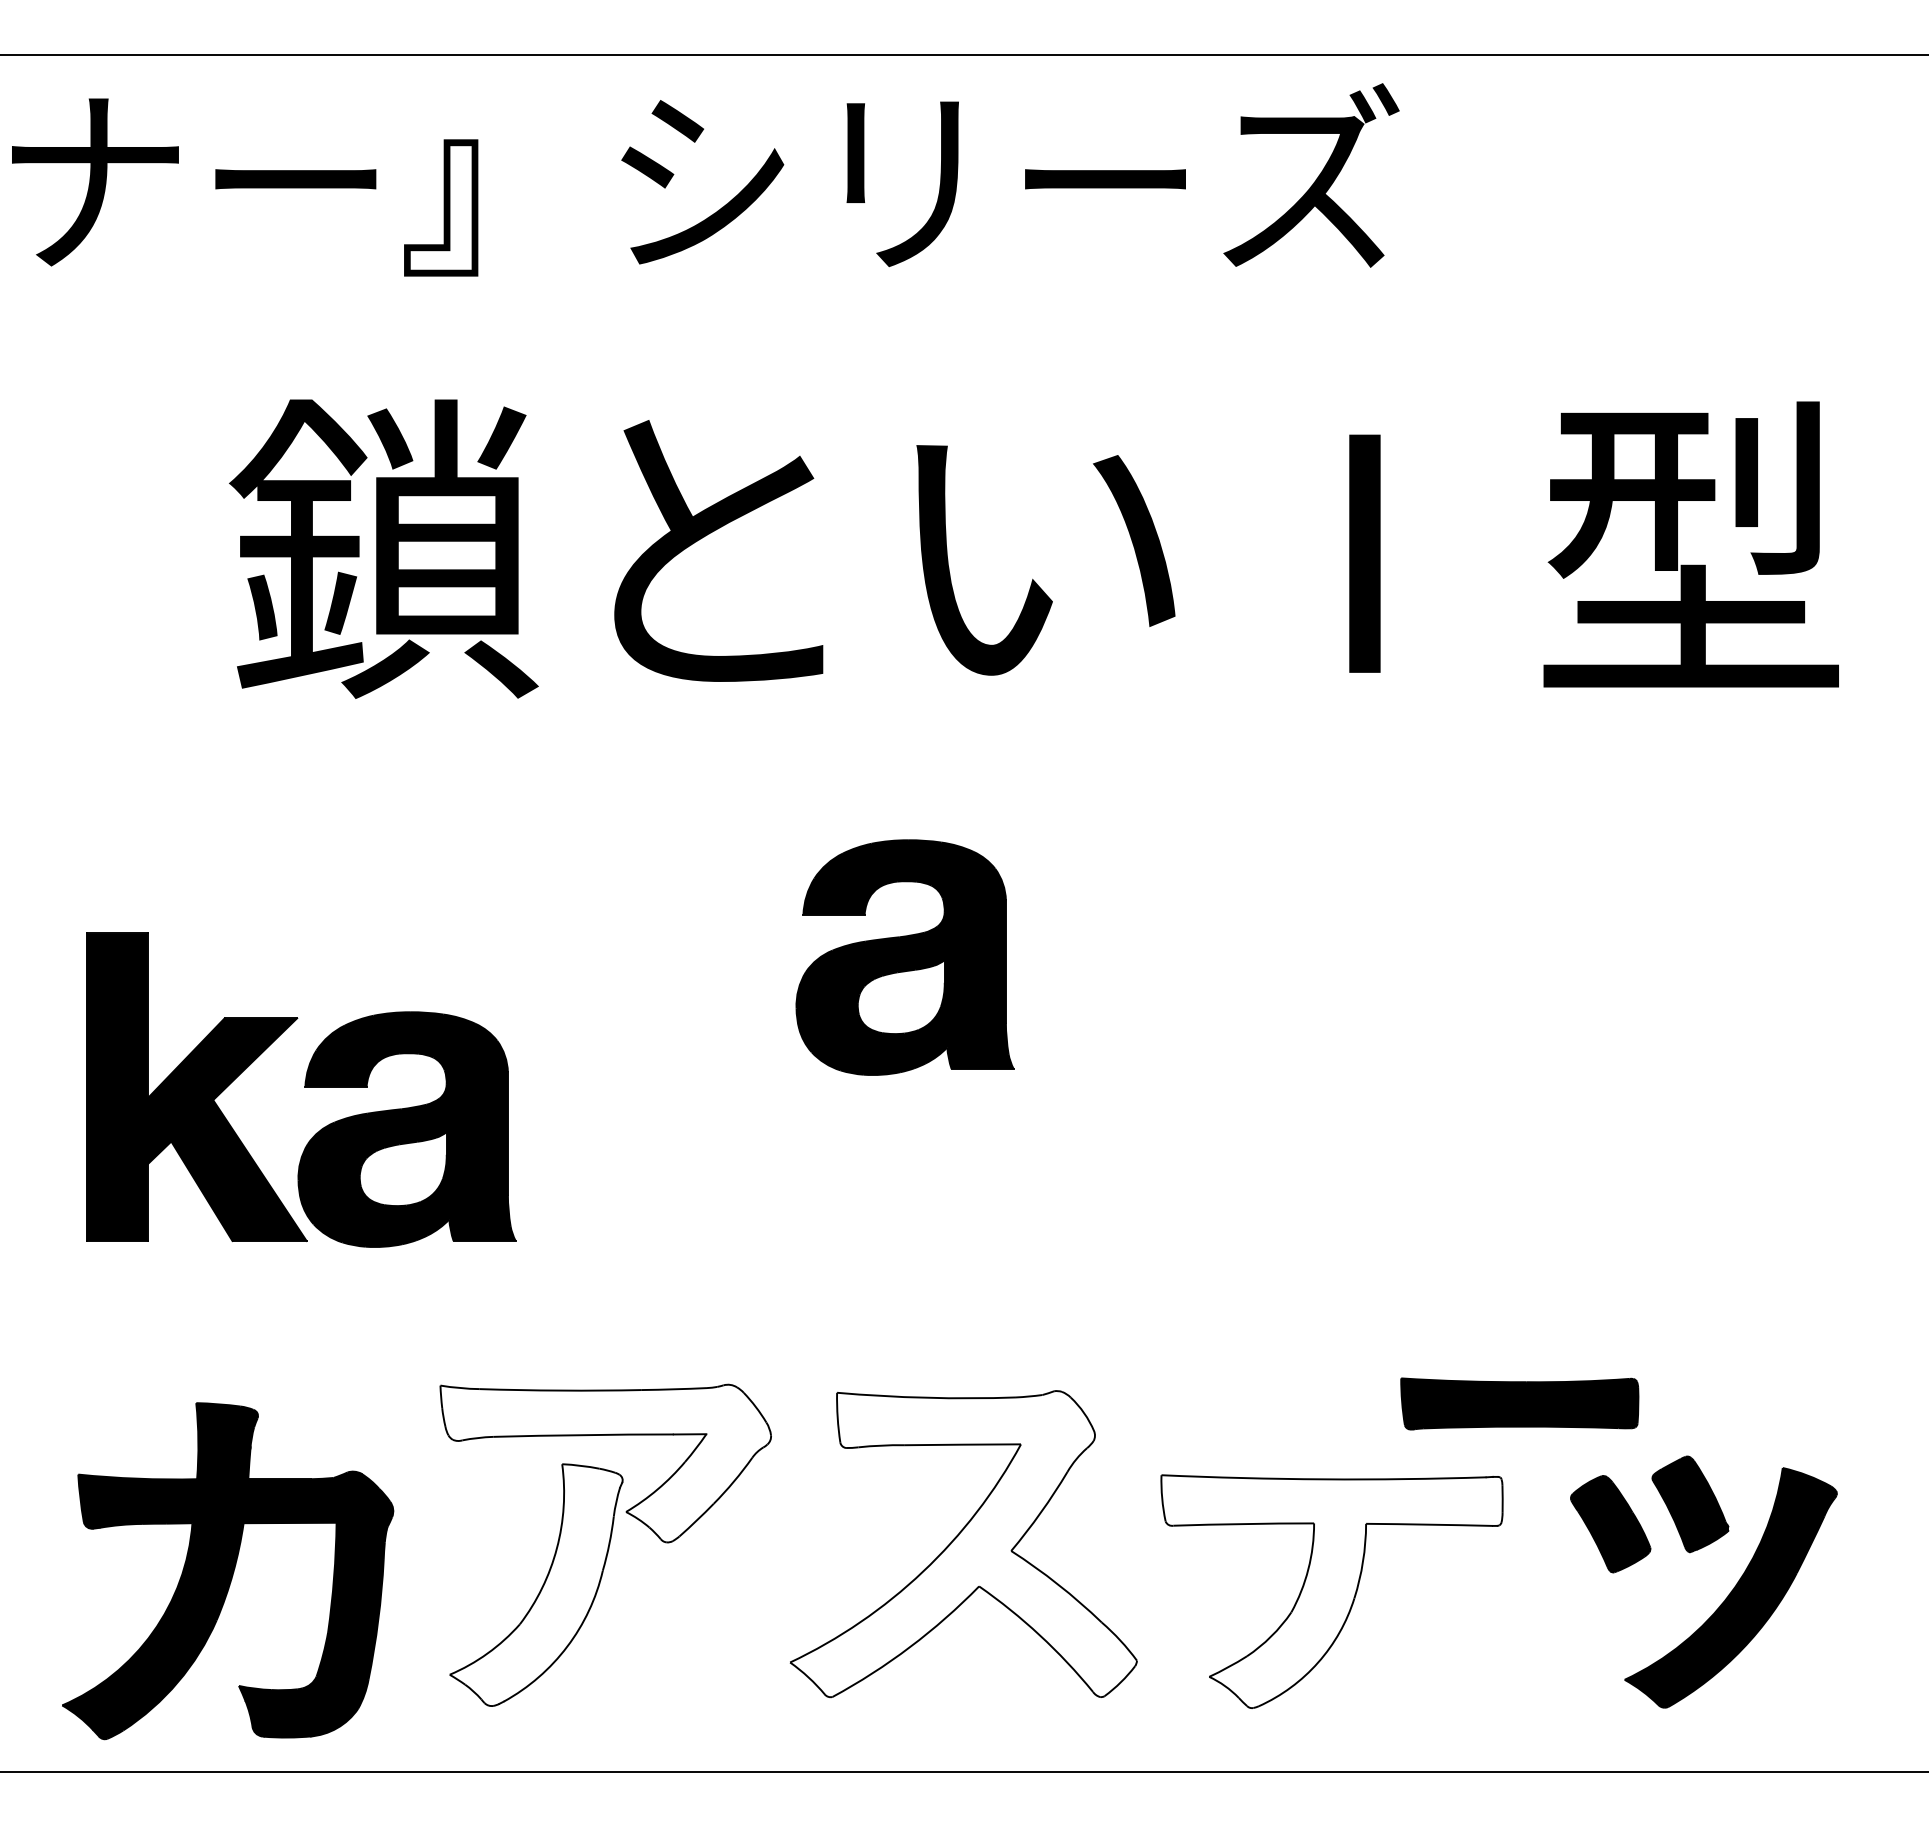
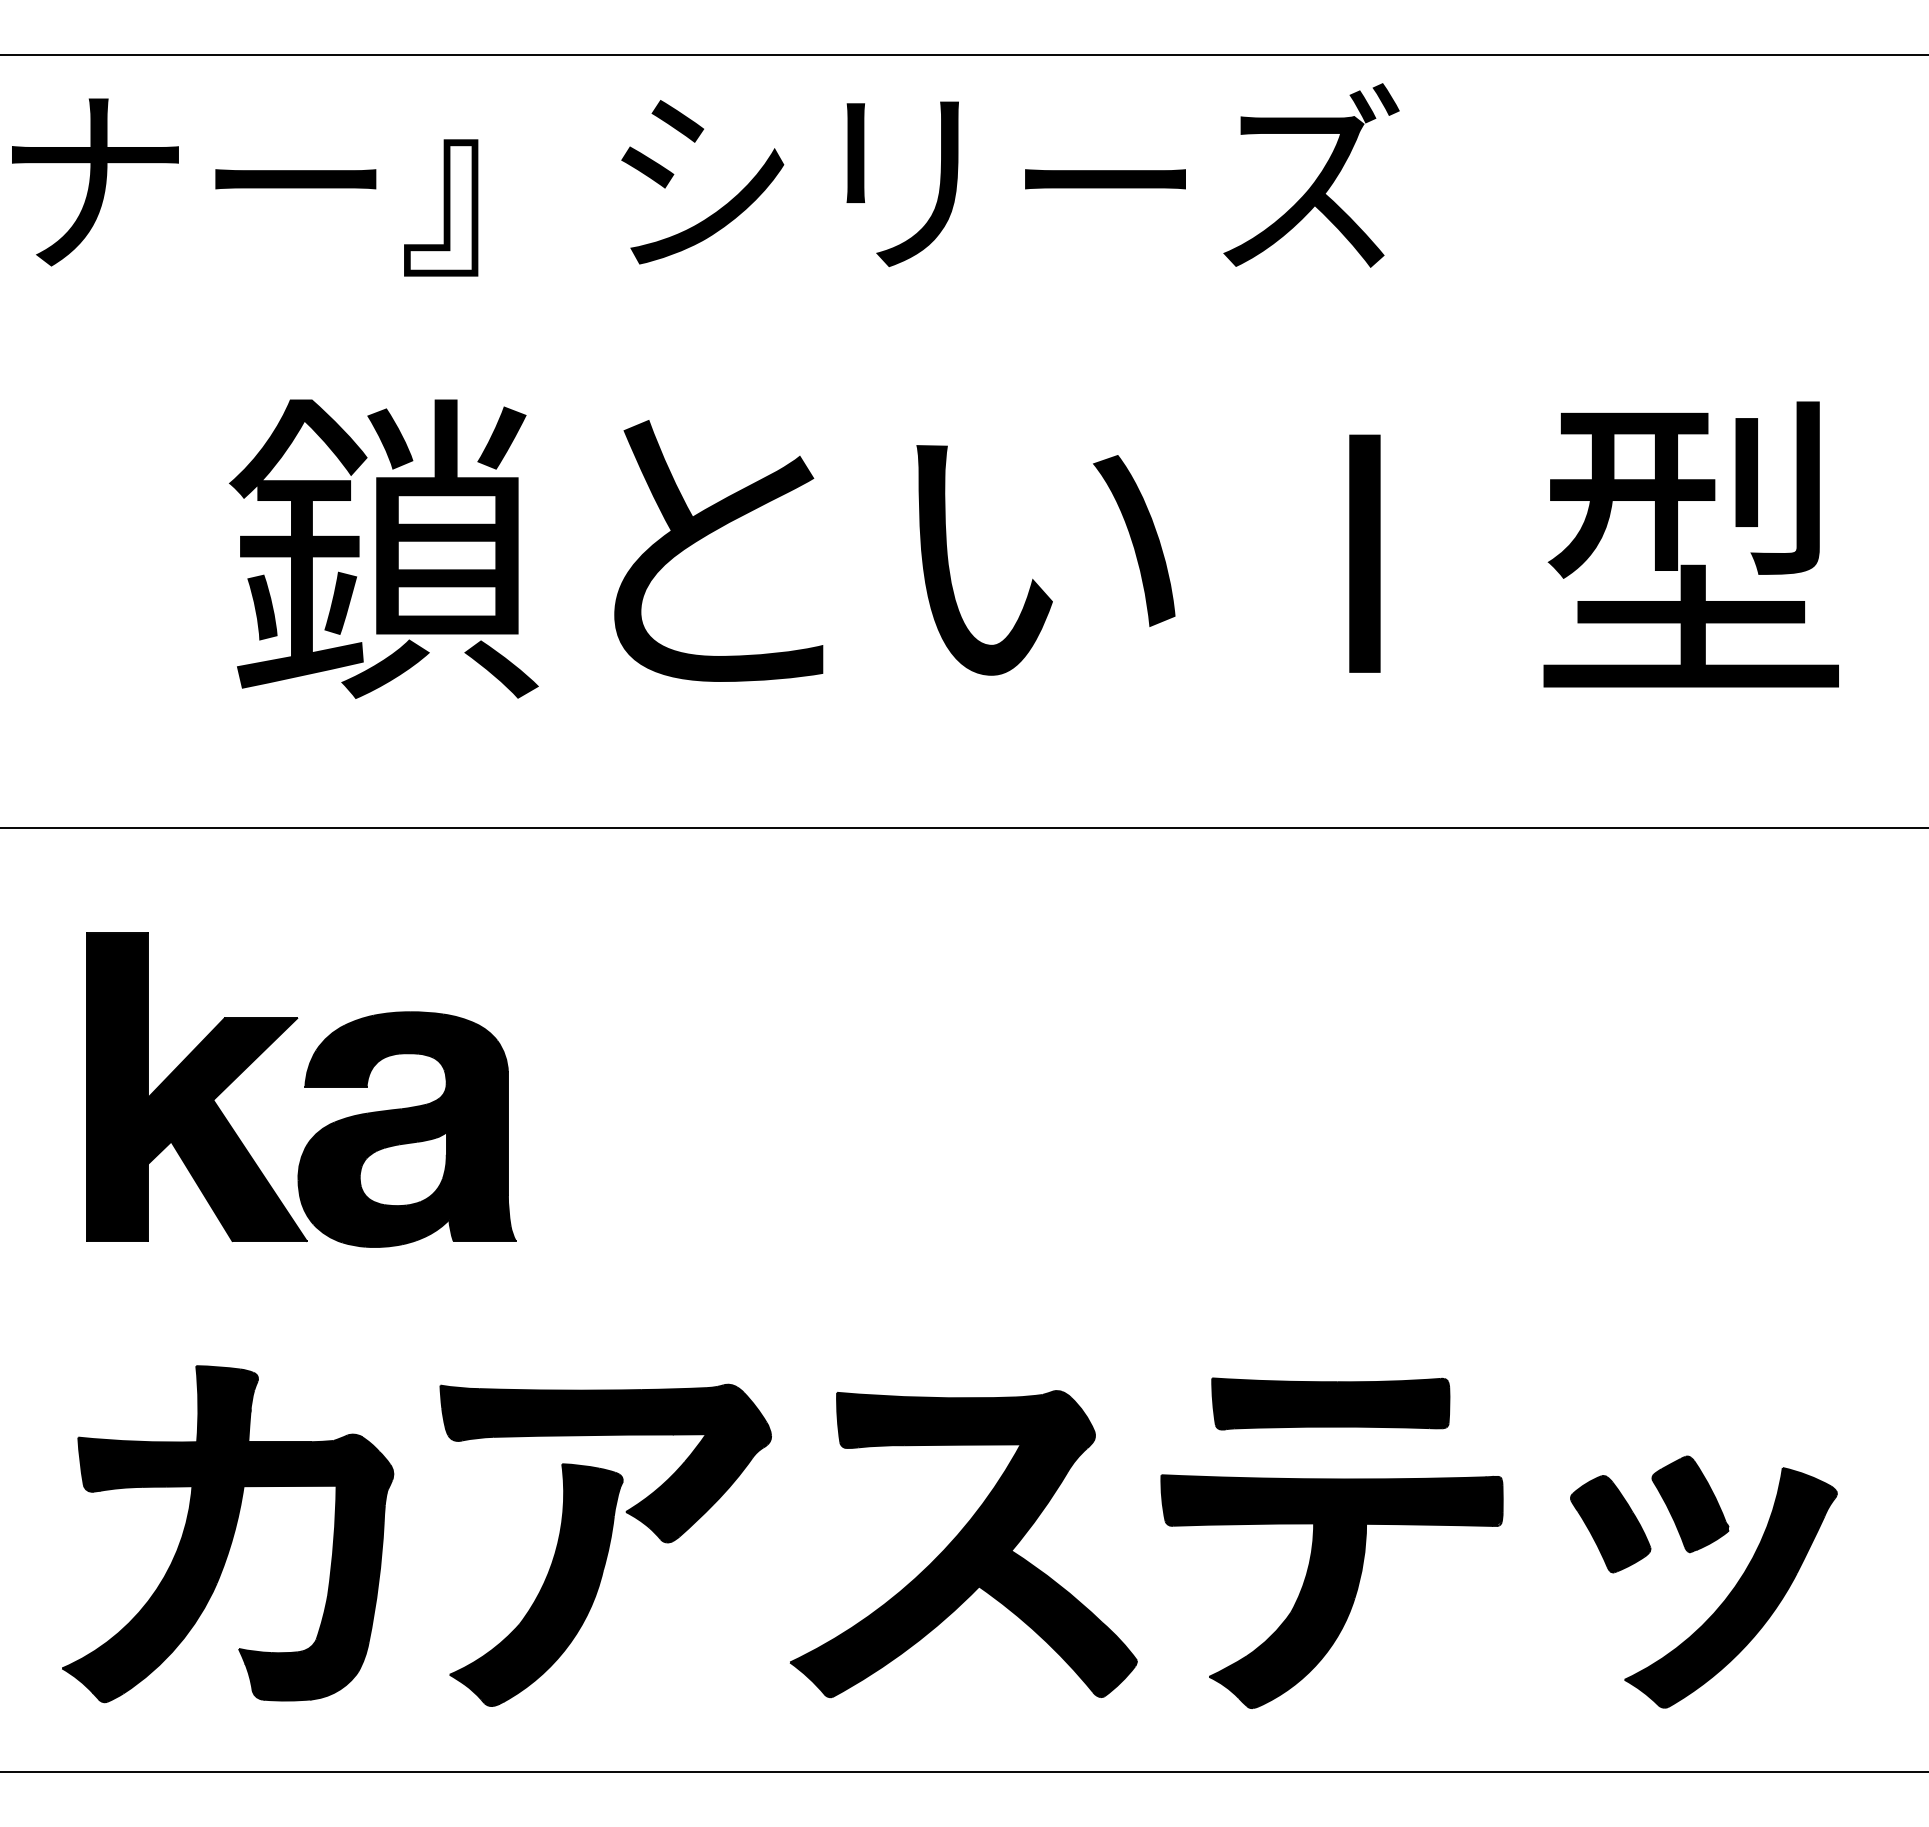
line at (963, 827): none -> present
part at (904, 957): present -> none
part at (1519, 1403) position: (1519, 1403) -> (1330, 1403)
fill at (605, 1463): none -> present
fill at (963, 1544): none -> present
part at (228, 1571) position: (228, 1571) -> (228, 1534)
fill at (535, 1585): none -> present
fill at (1331, 1591): none -> present
